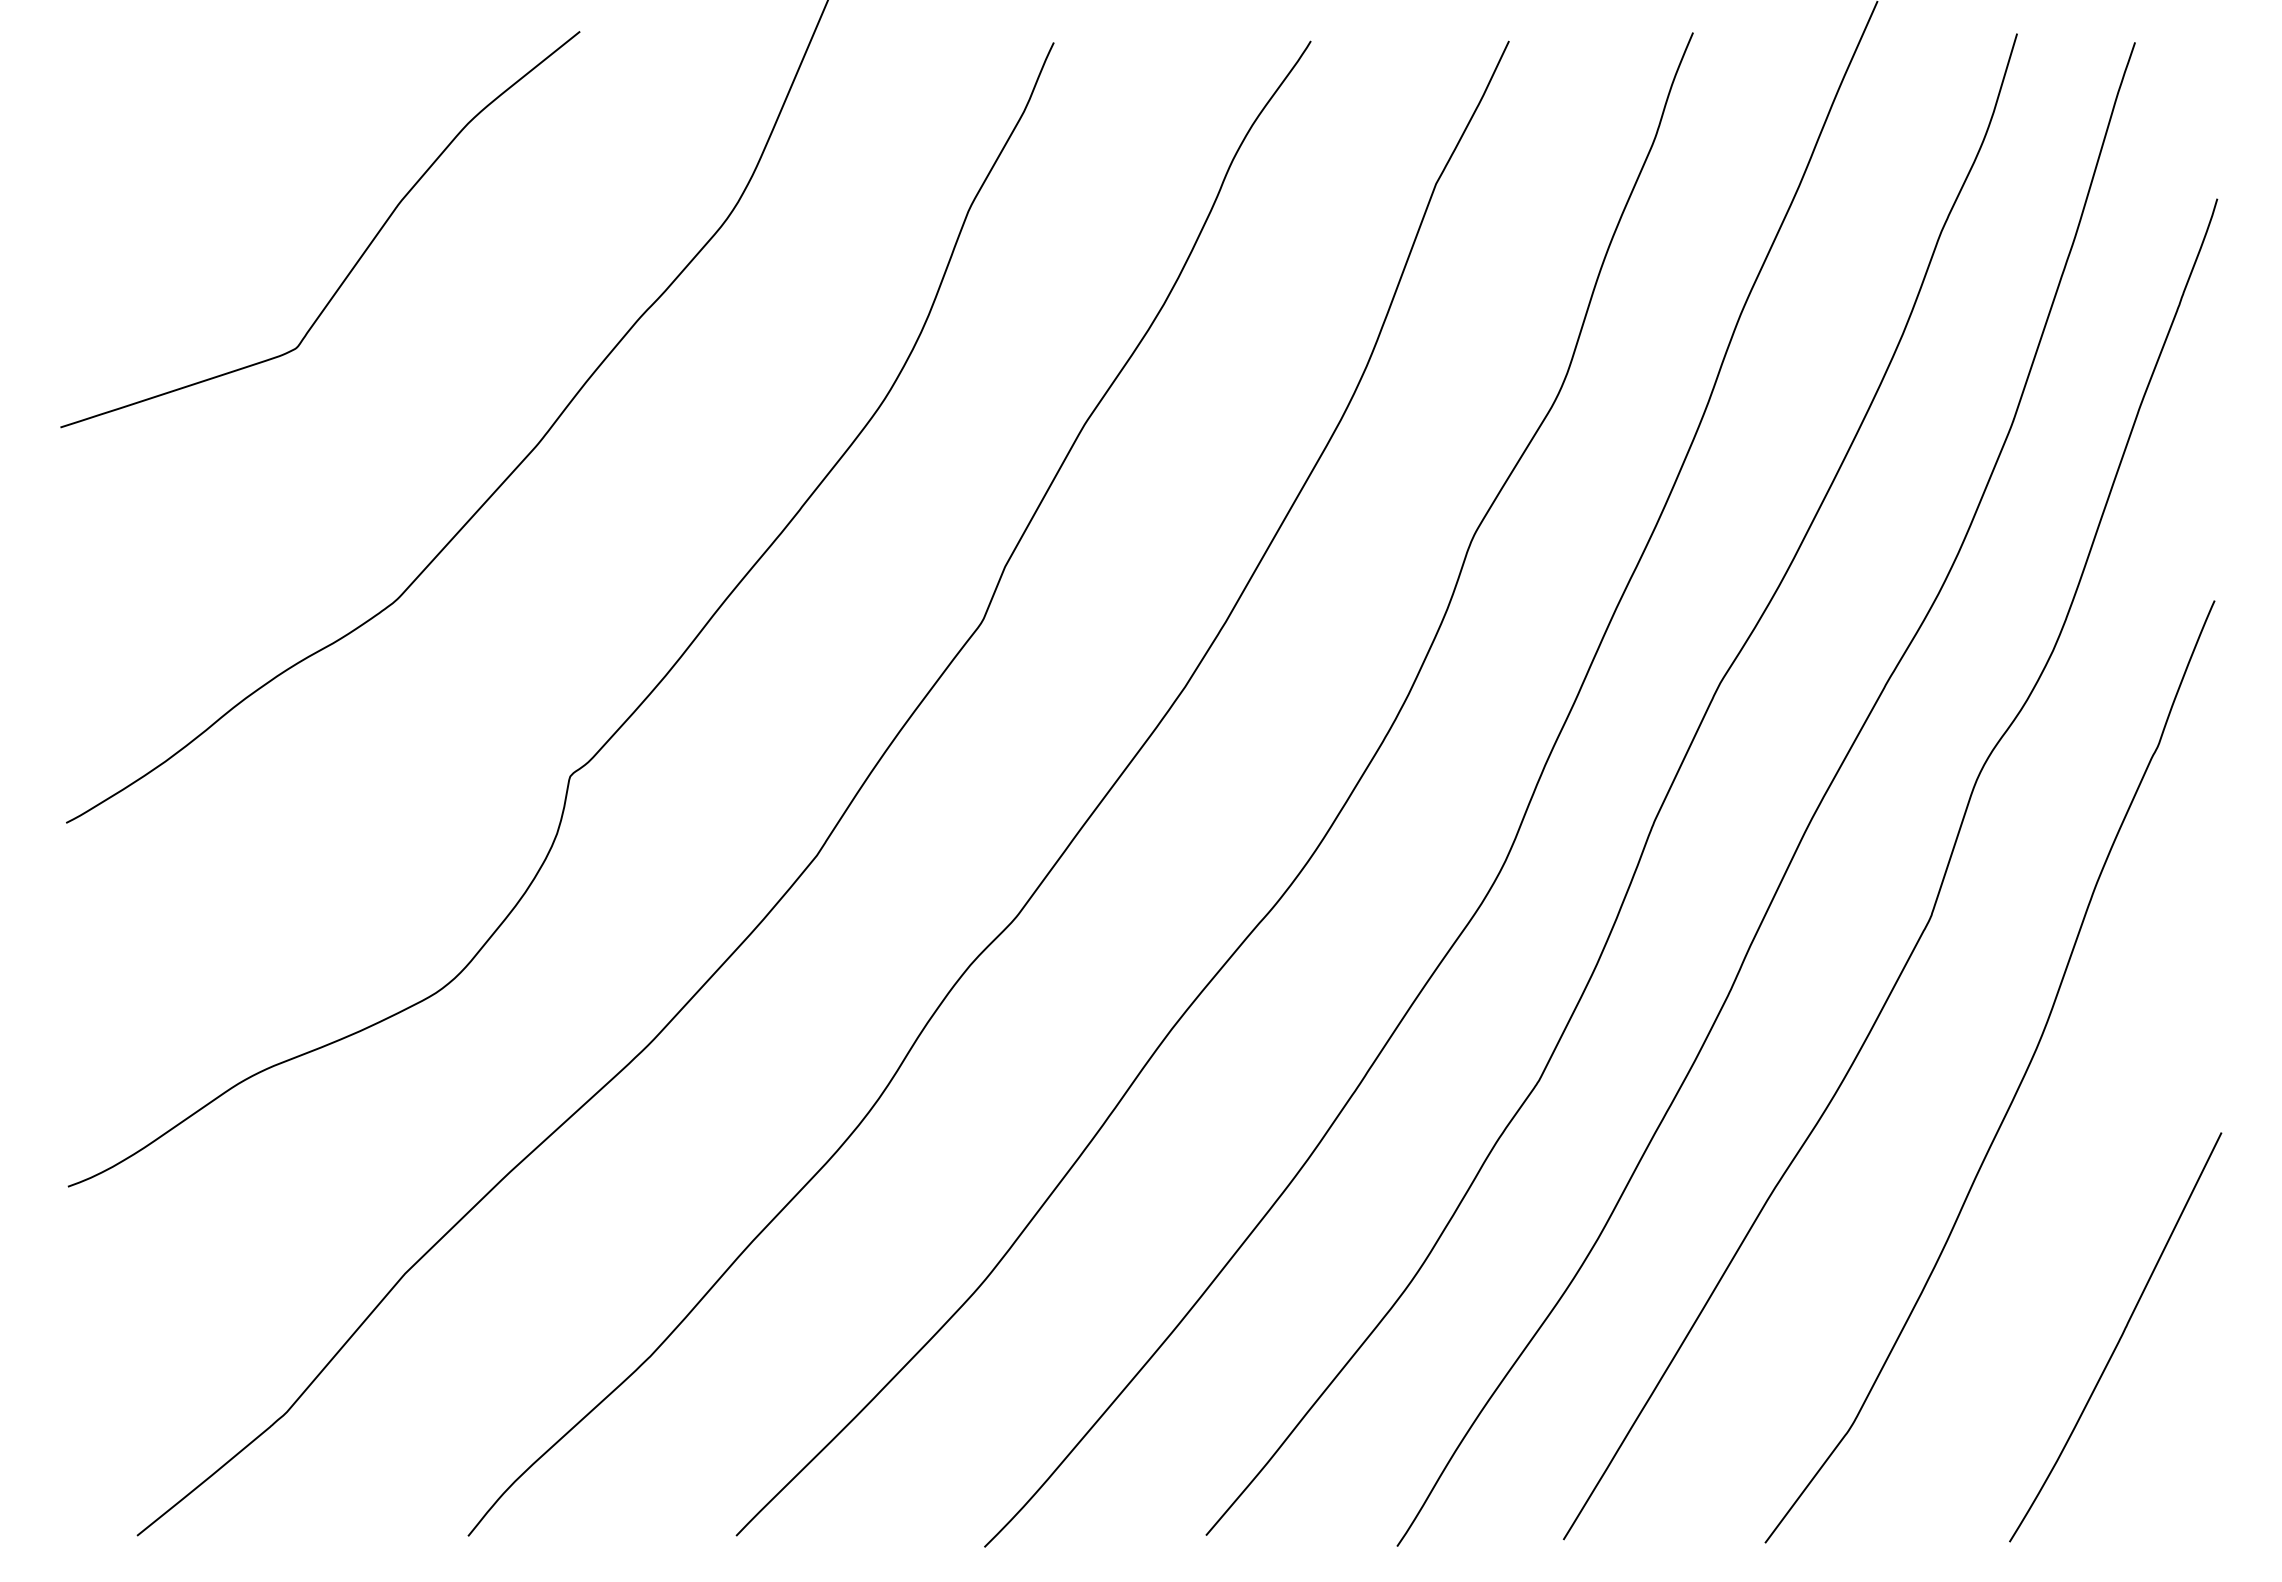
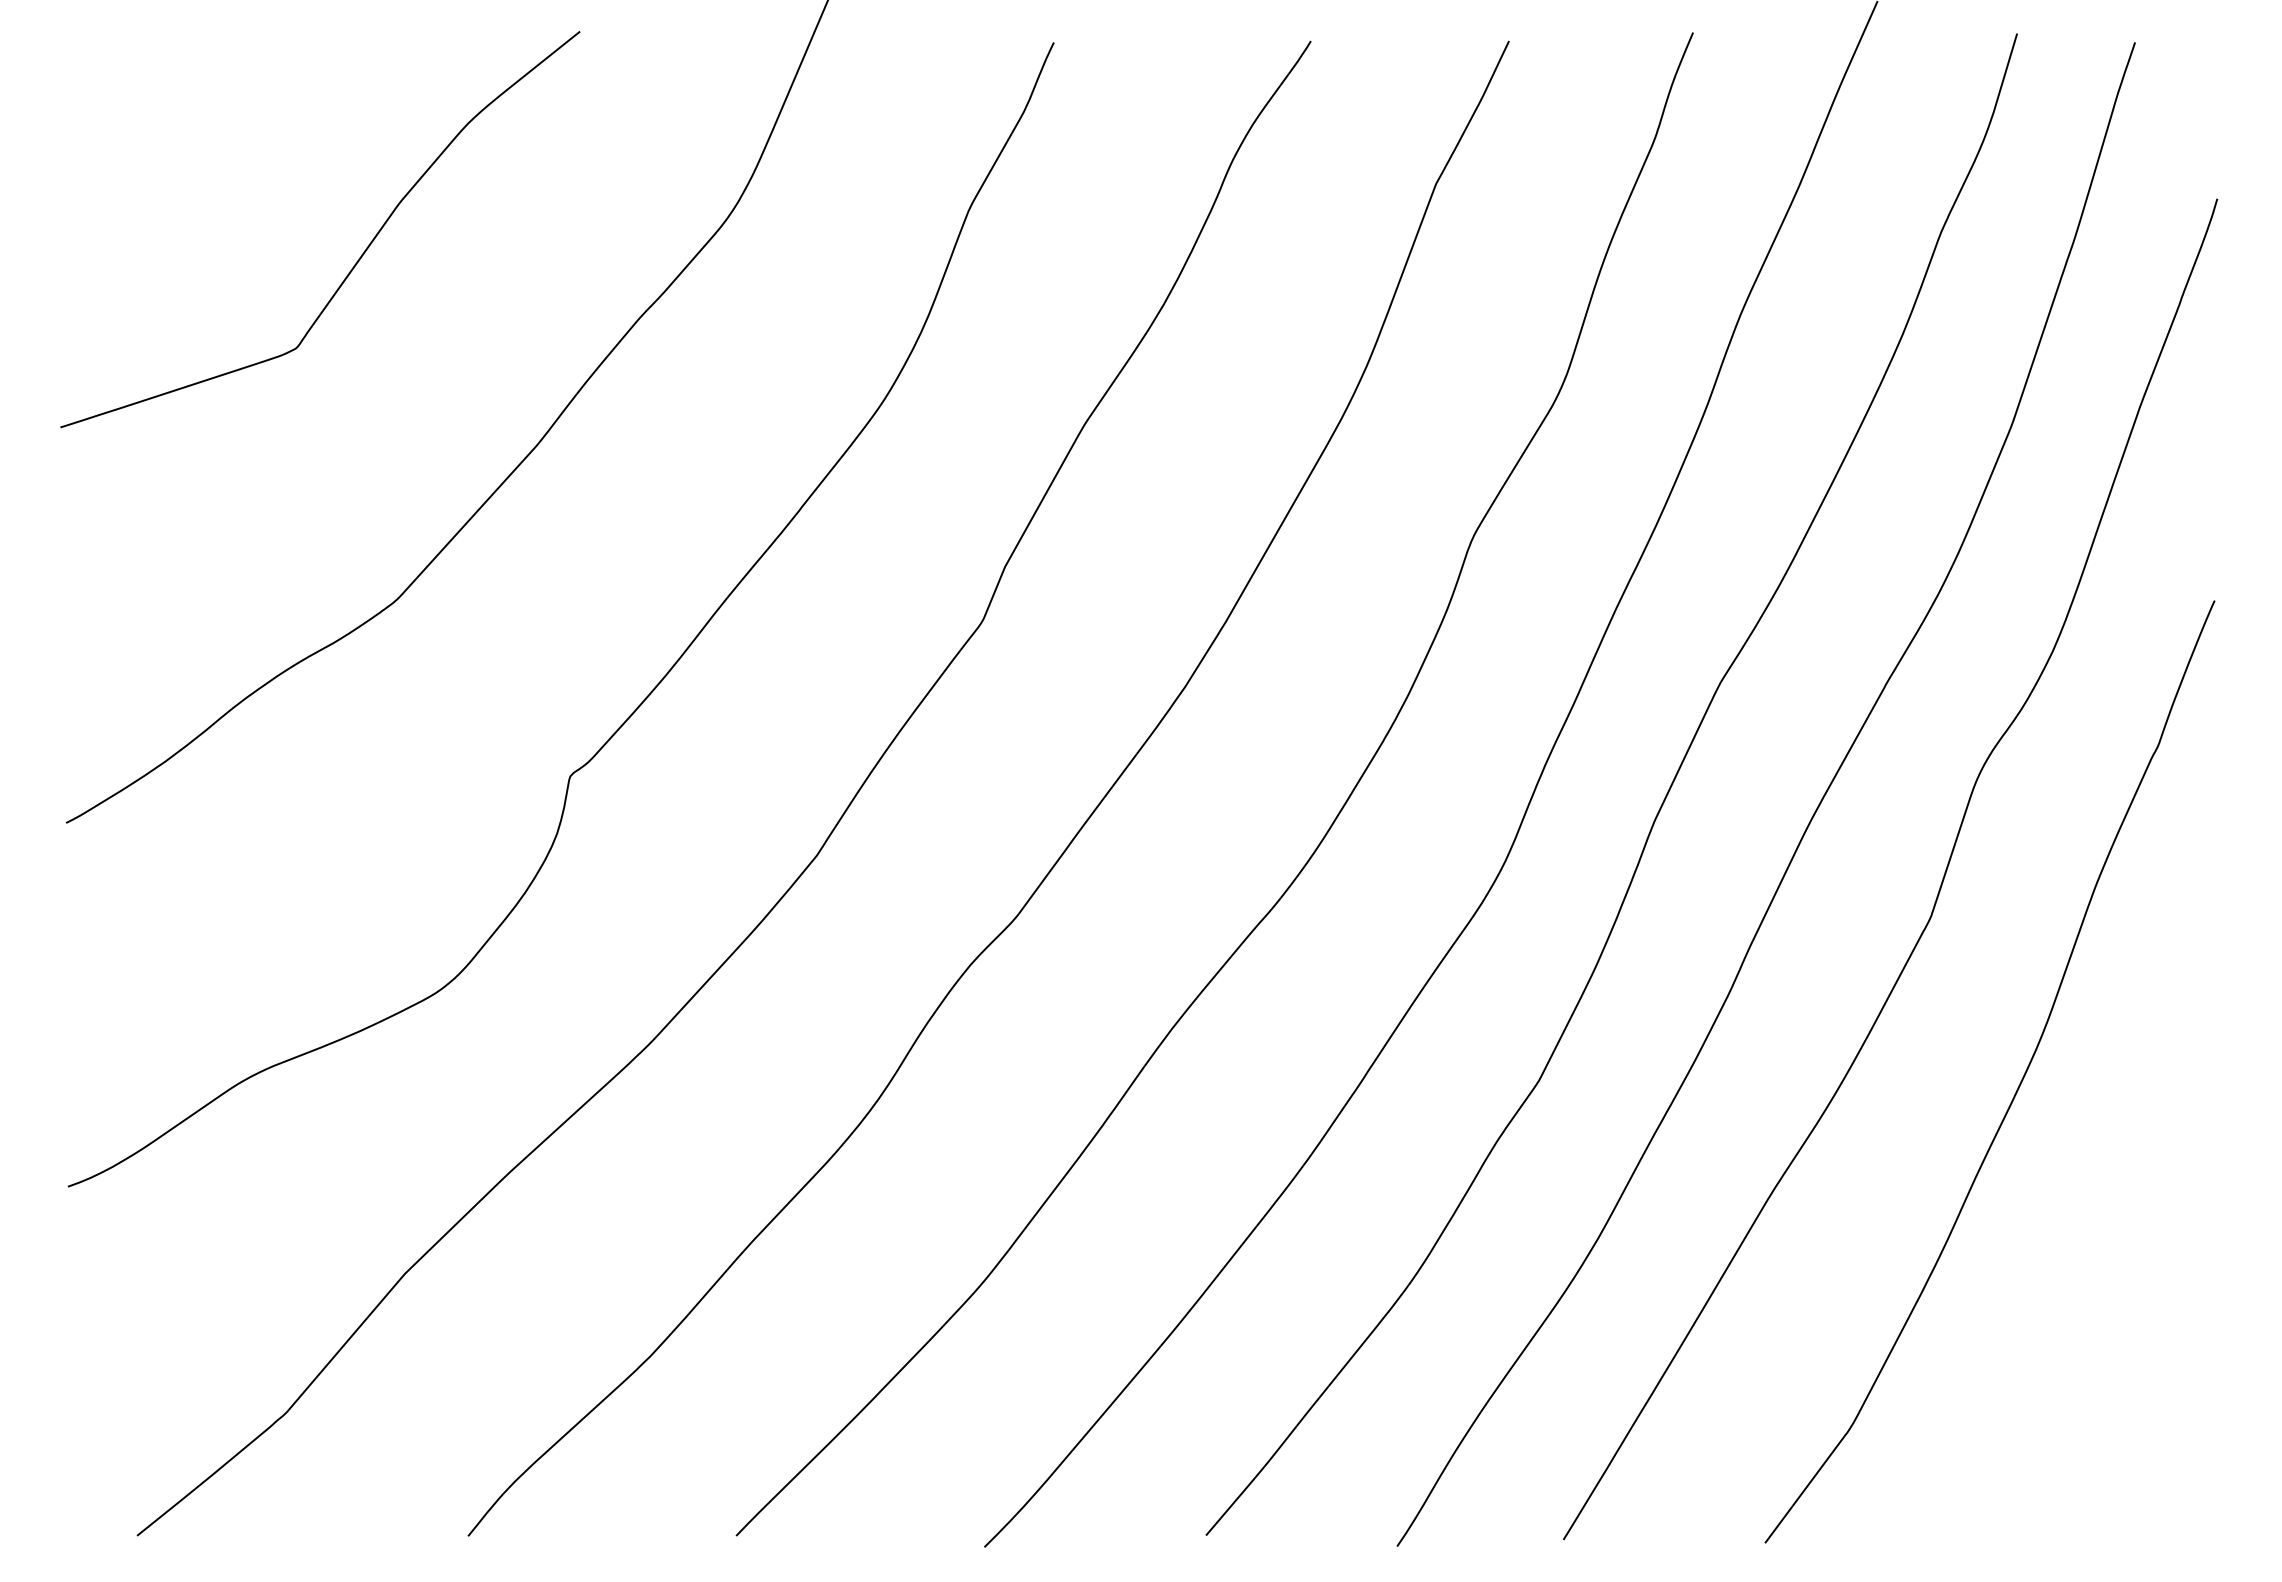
curve at (2118, 1339): present -> none
